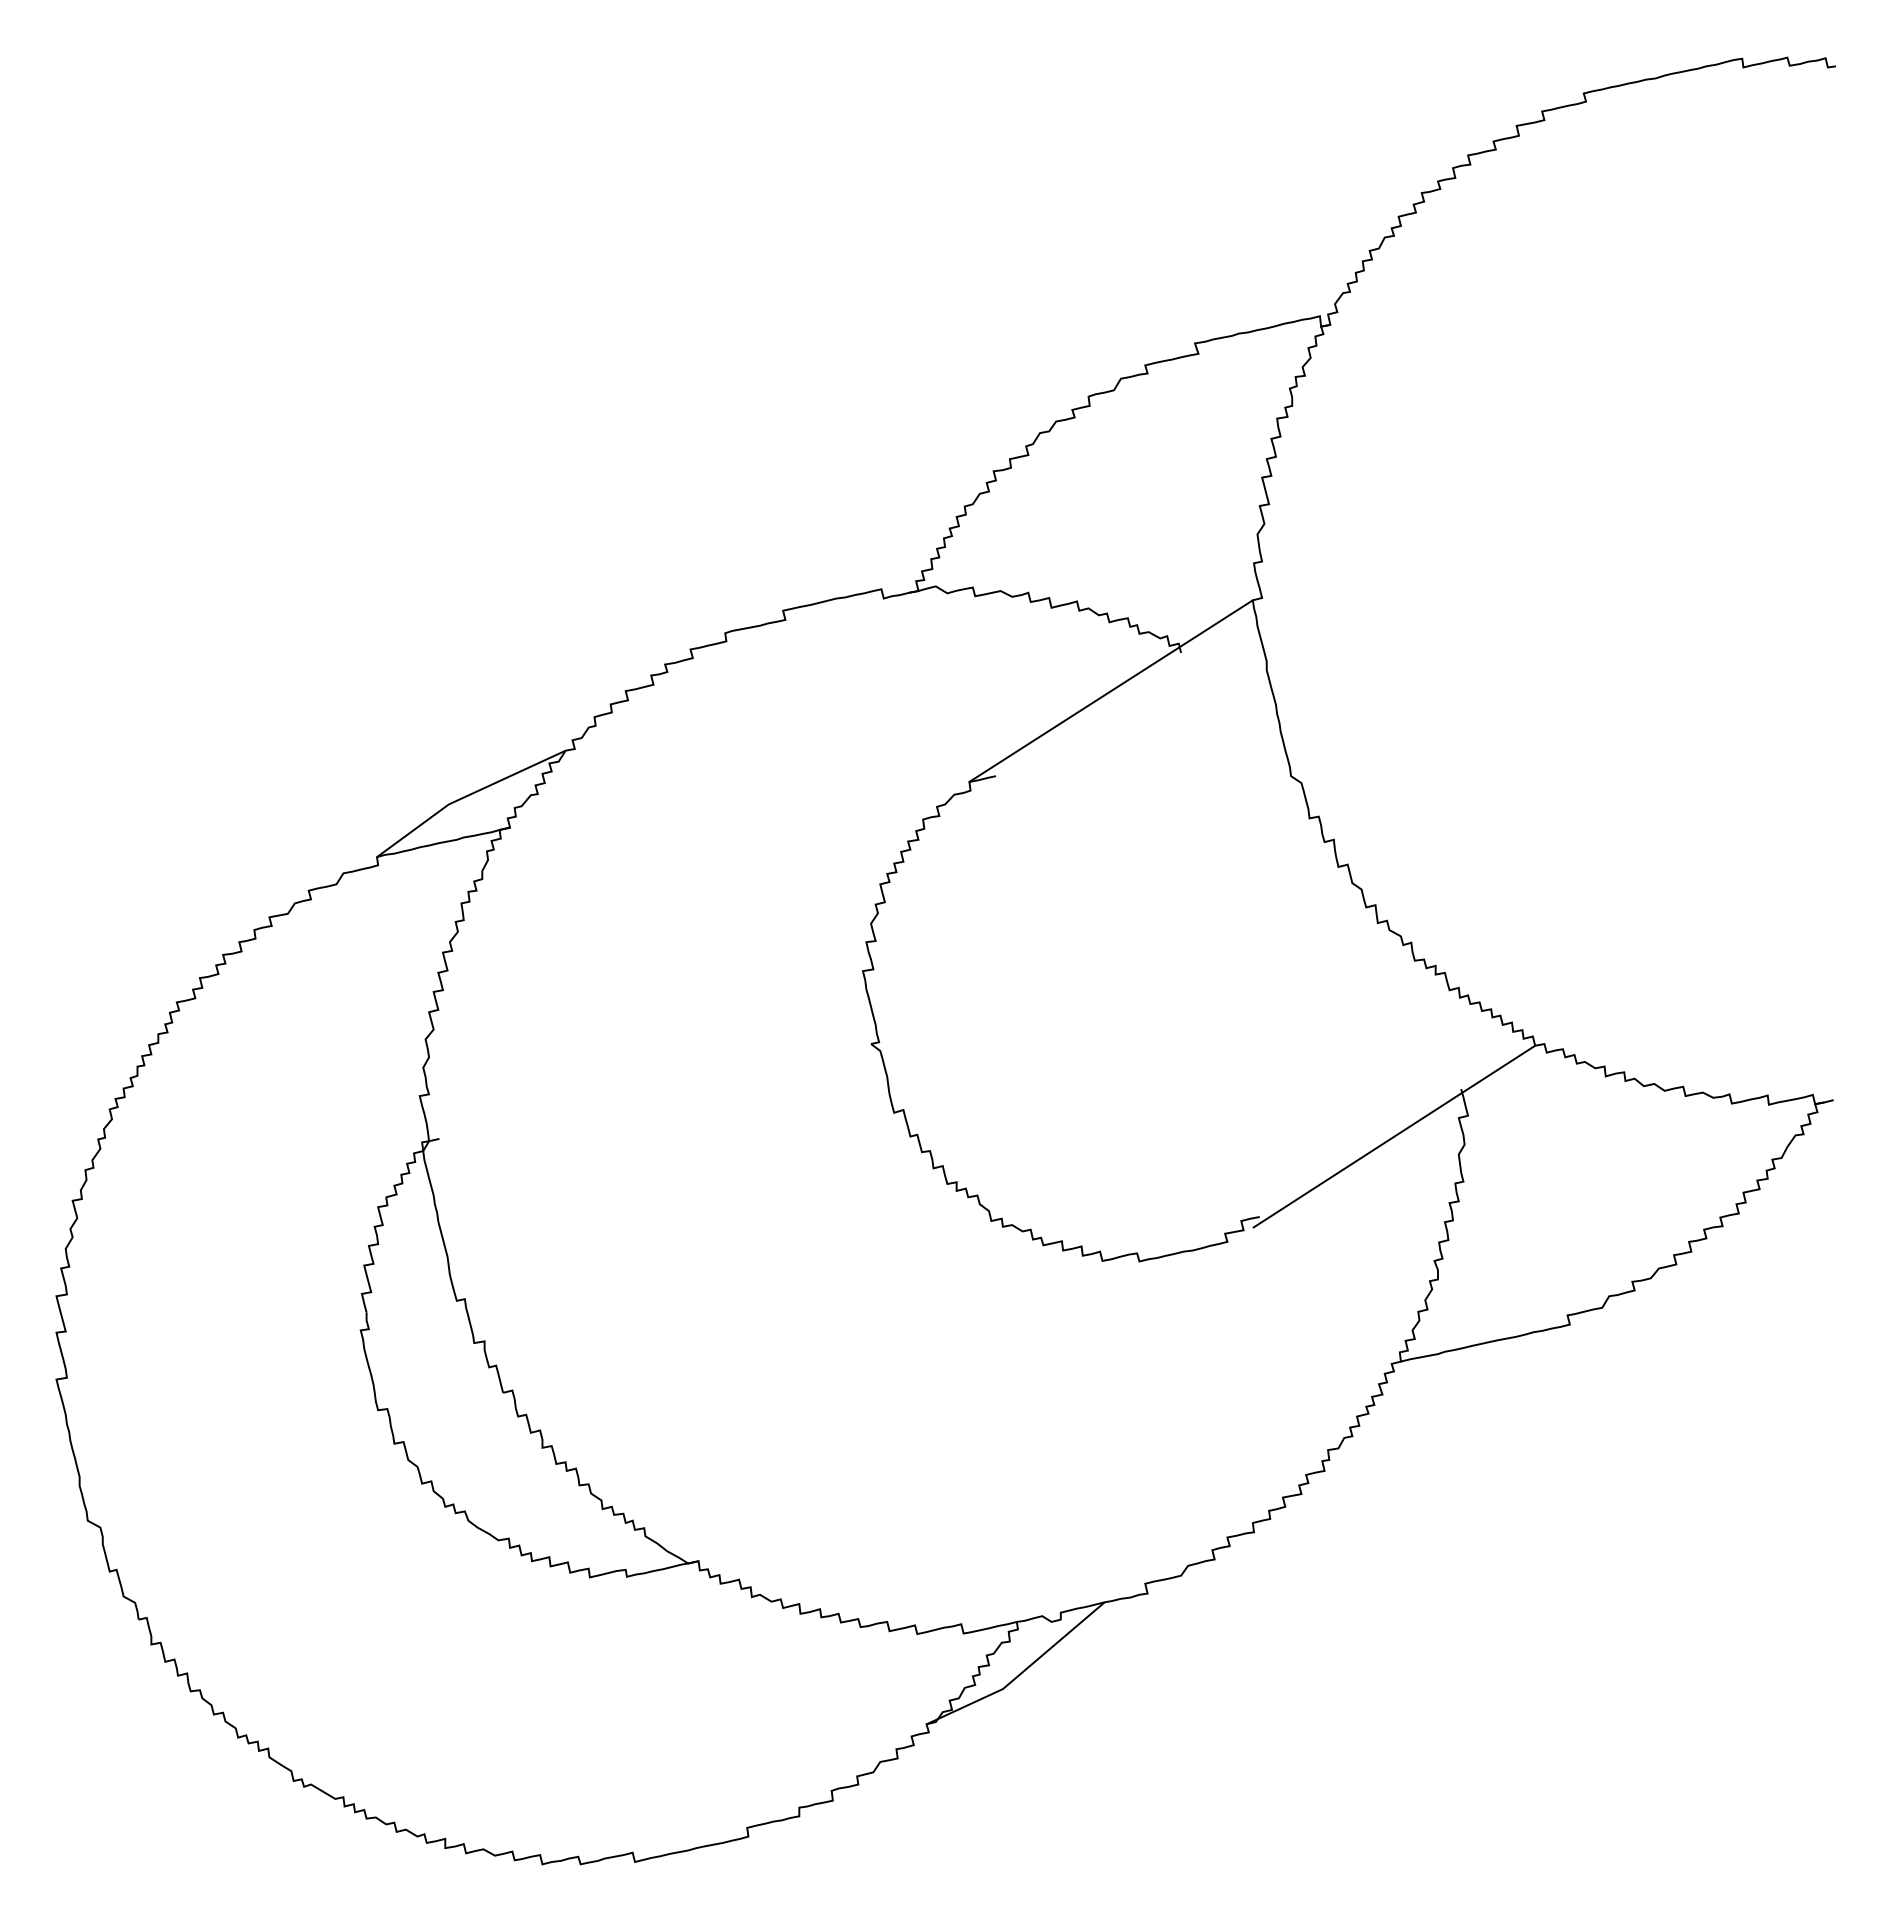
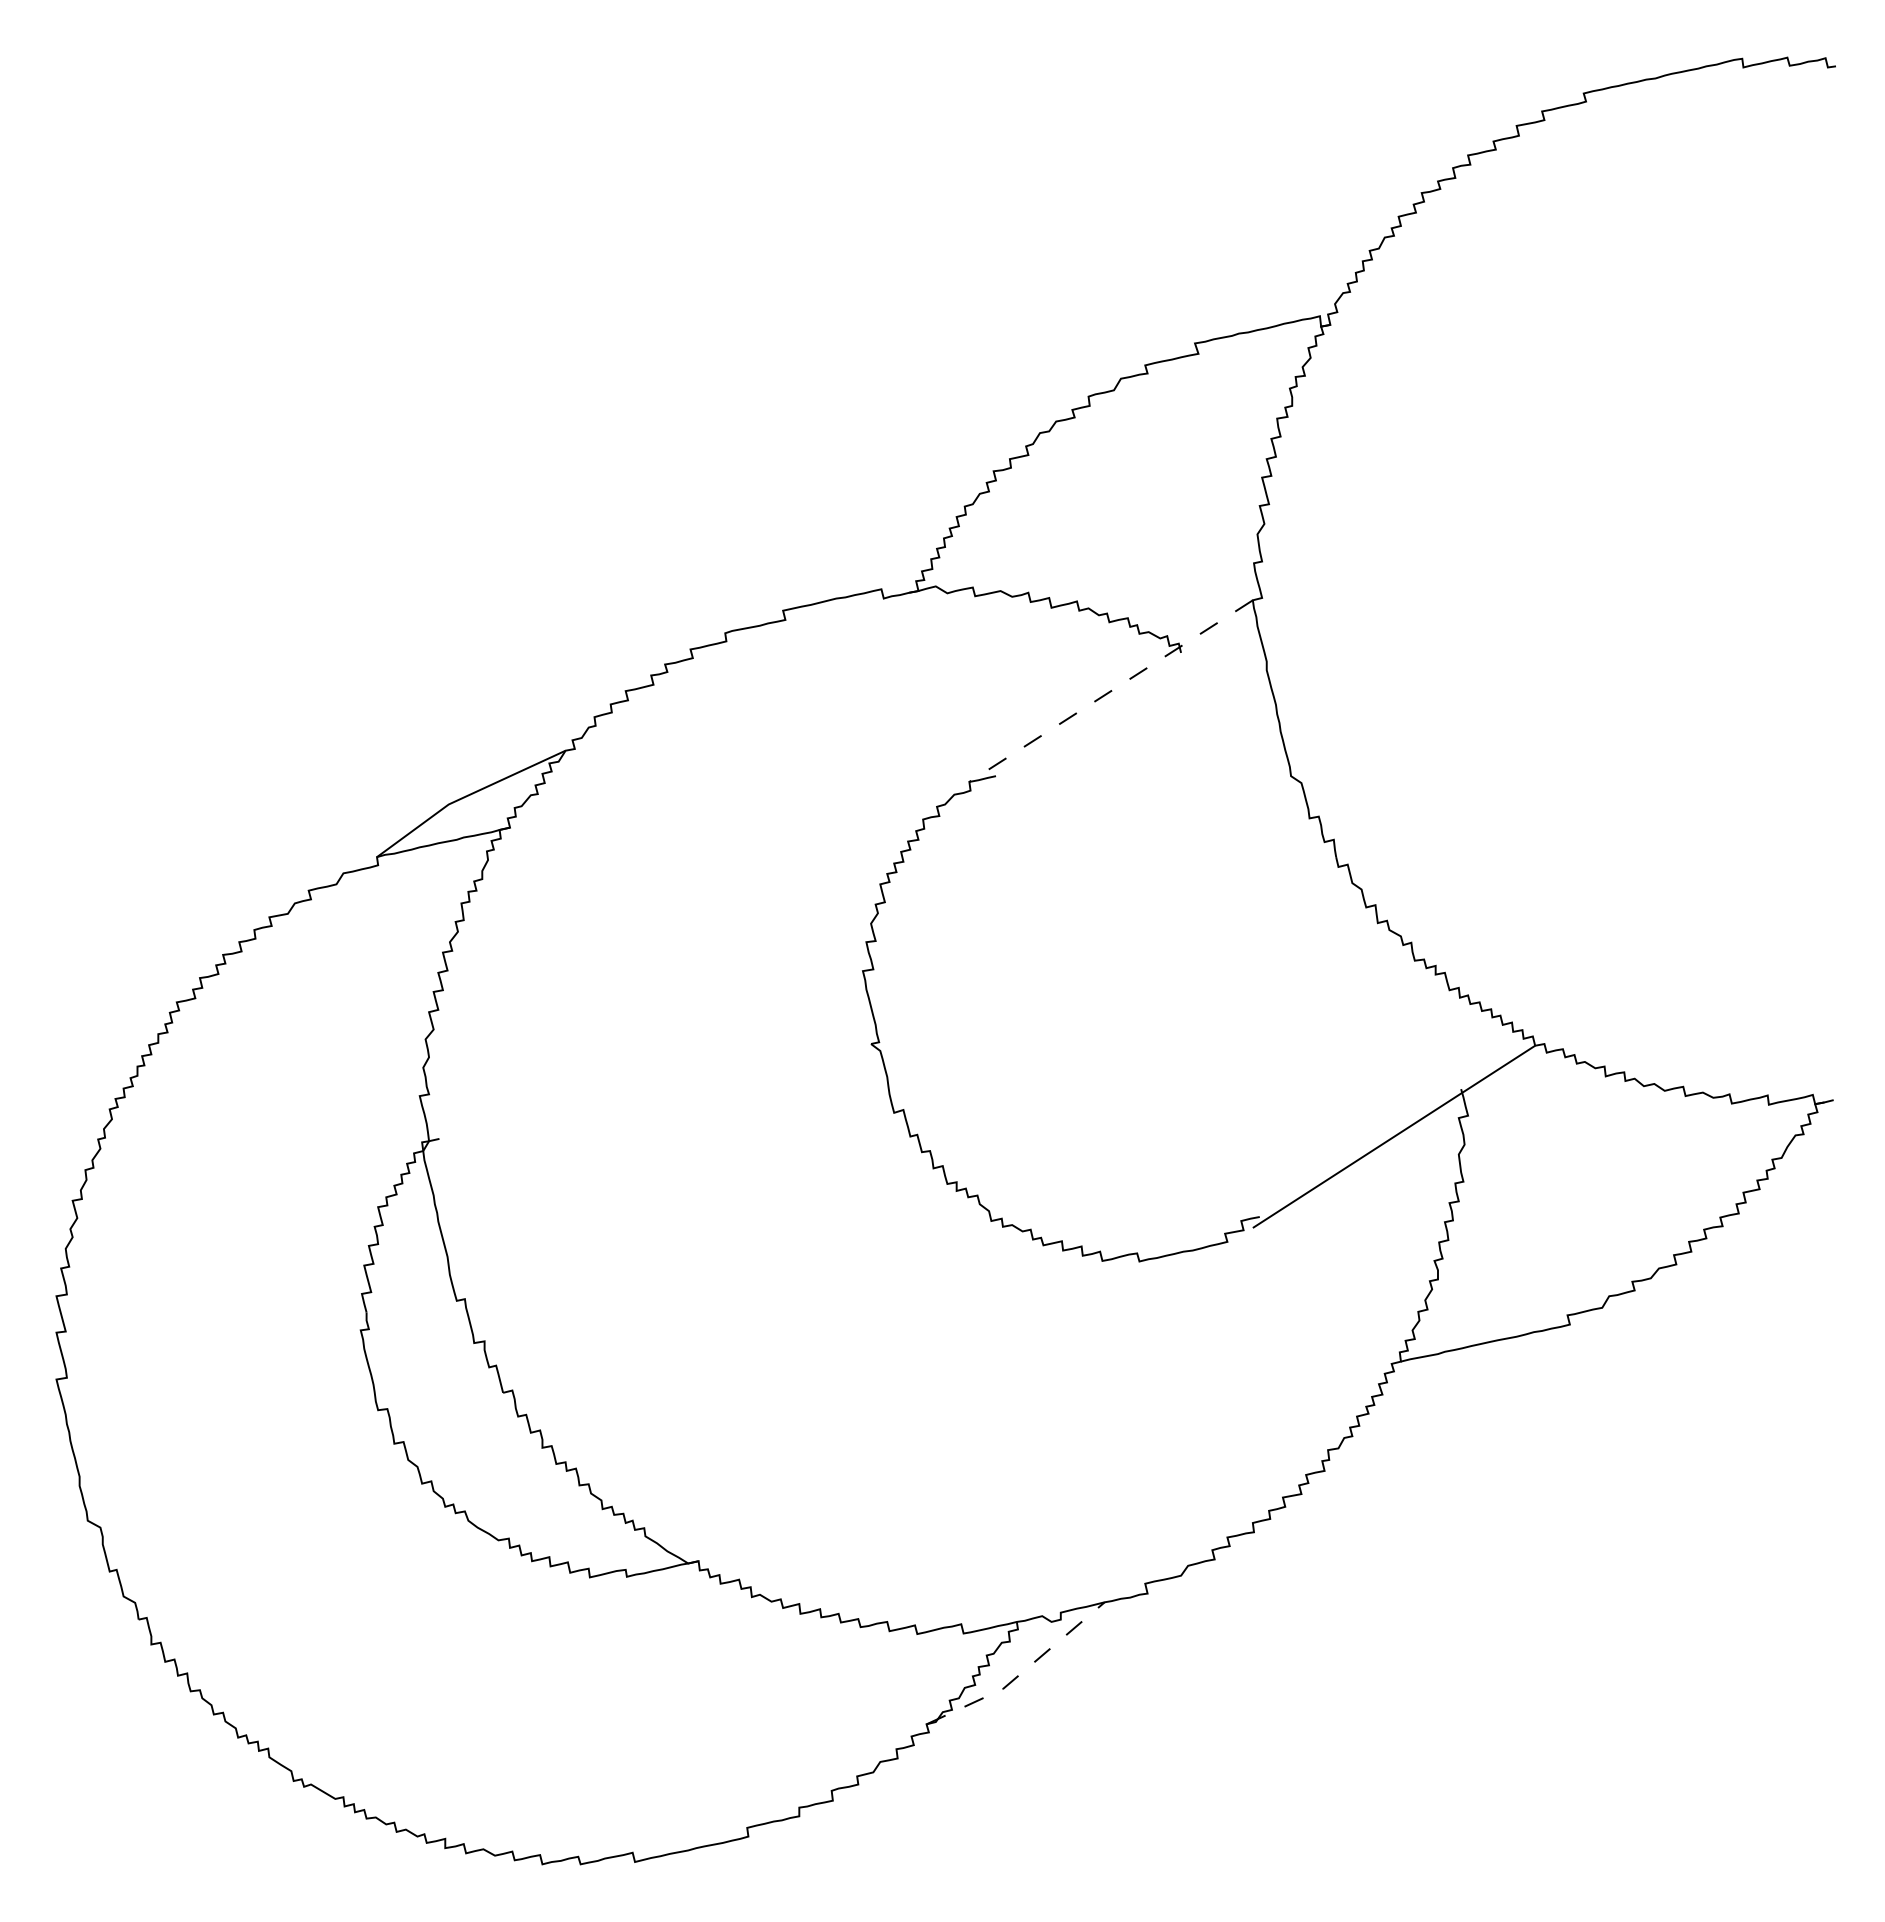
line at (1110, 691): solid -> dashed
line at (1021, 1673): solid -> dashed
